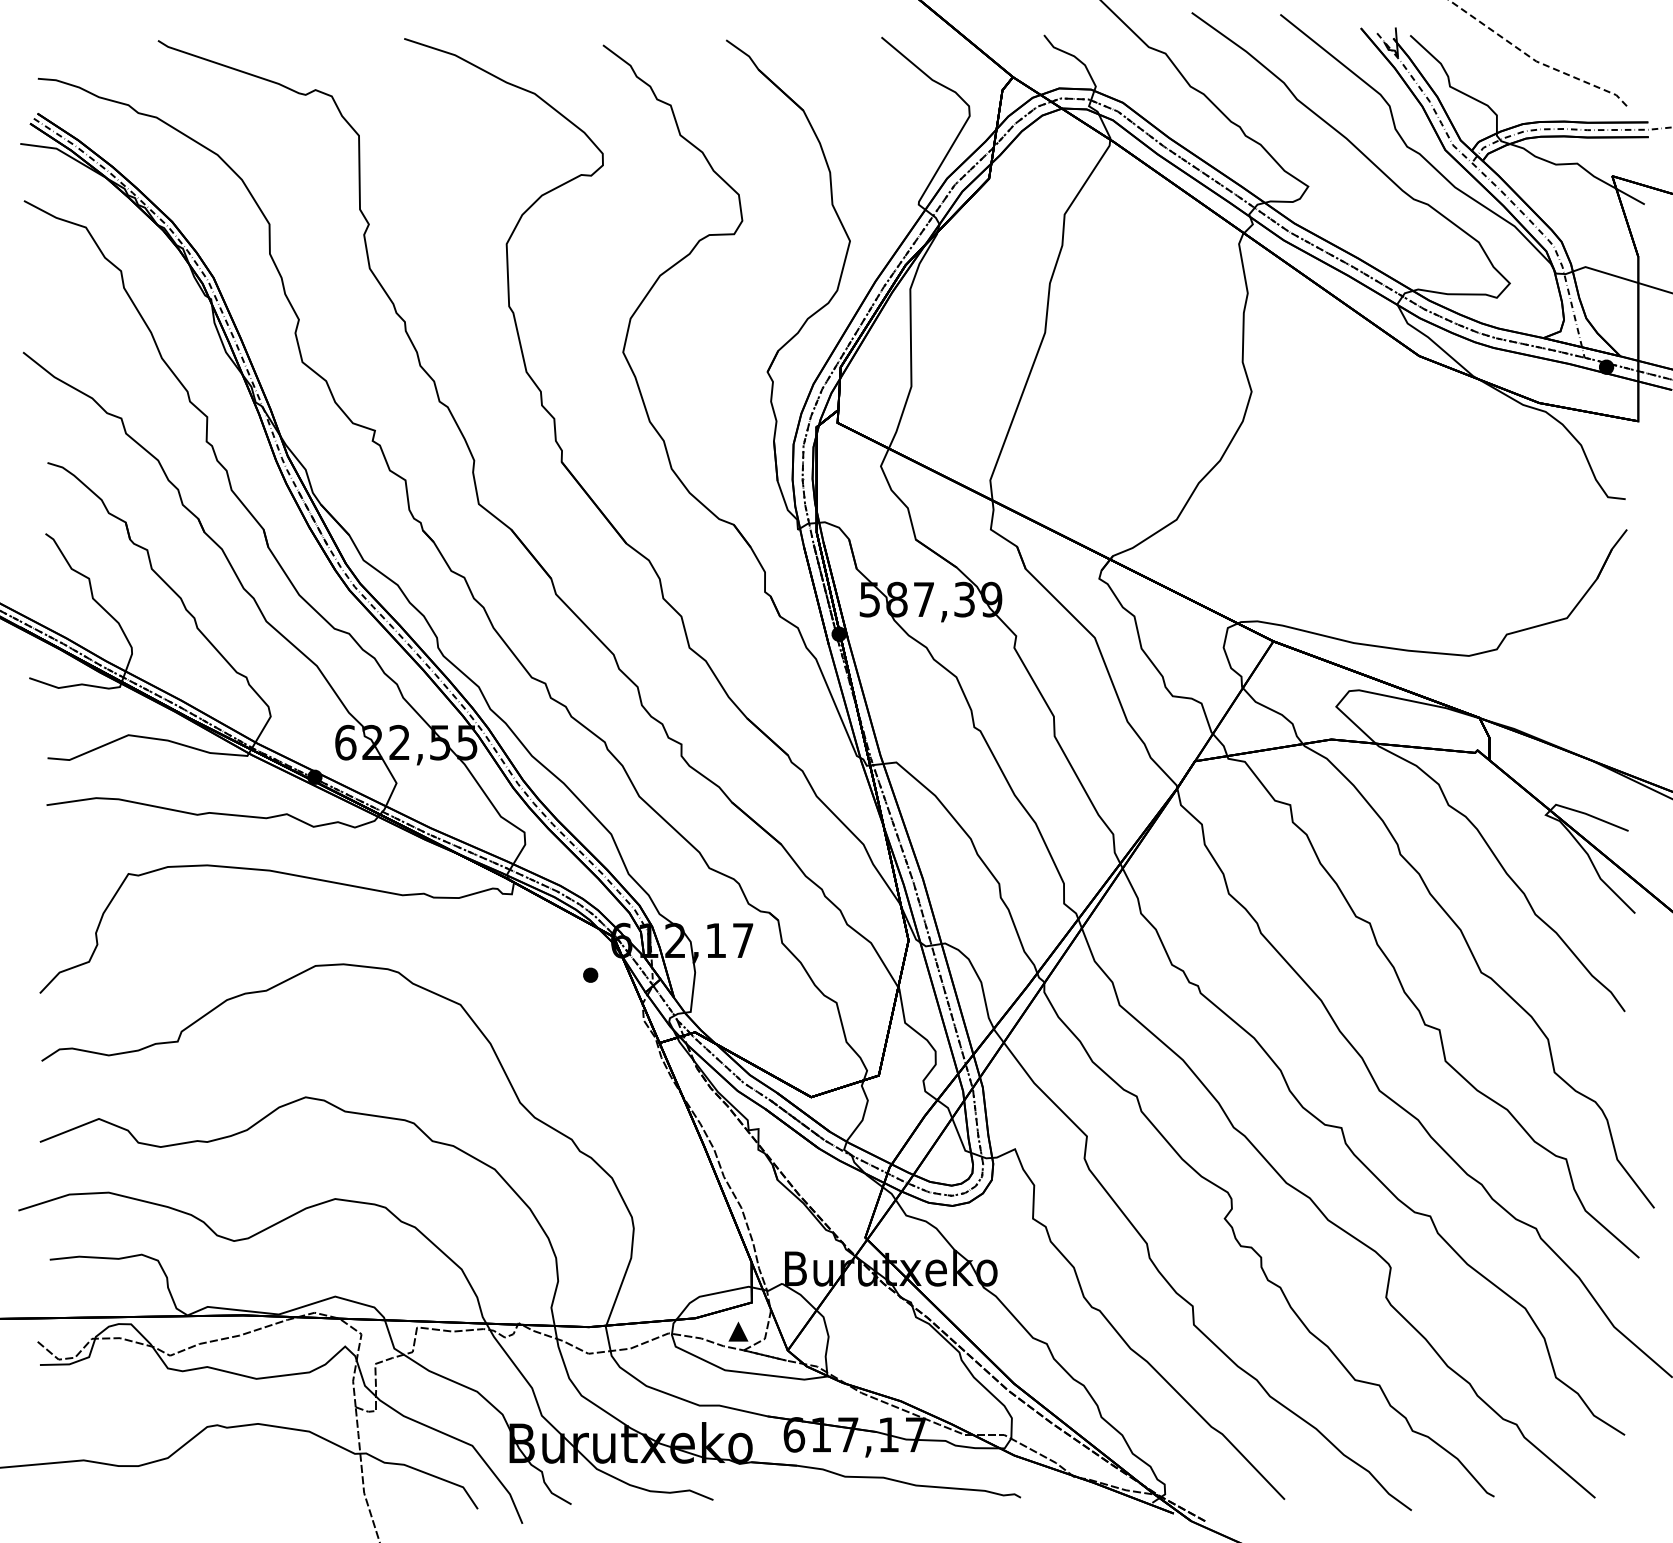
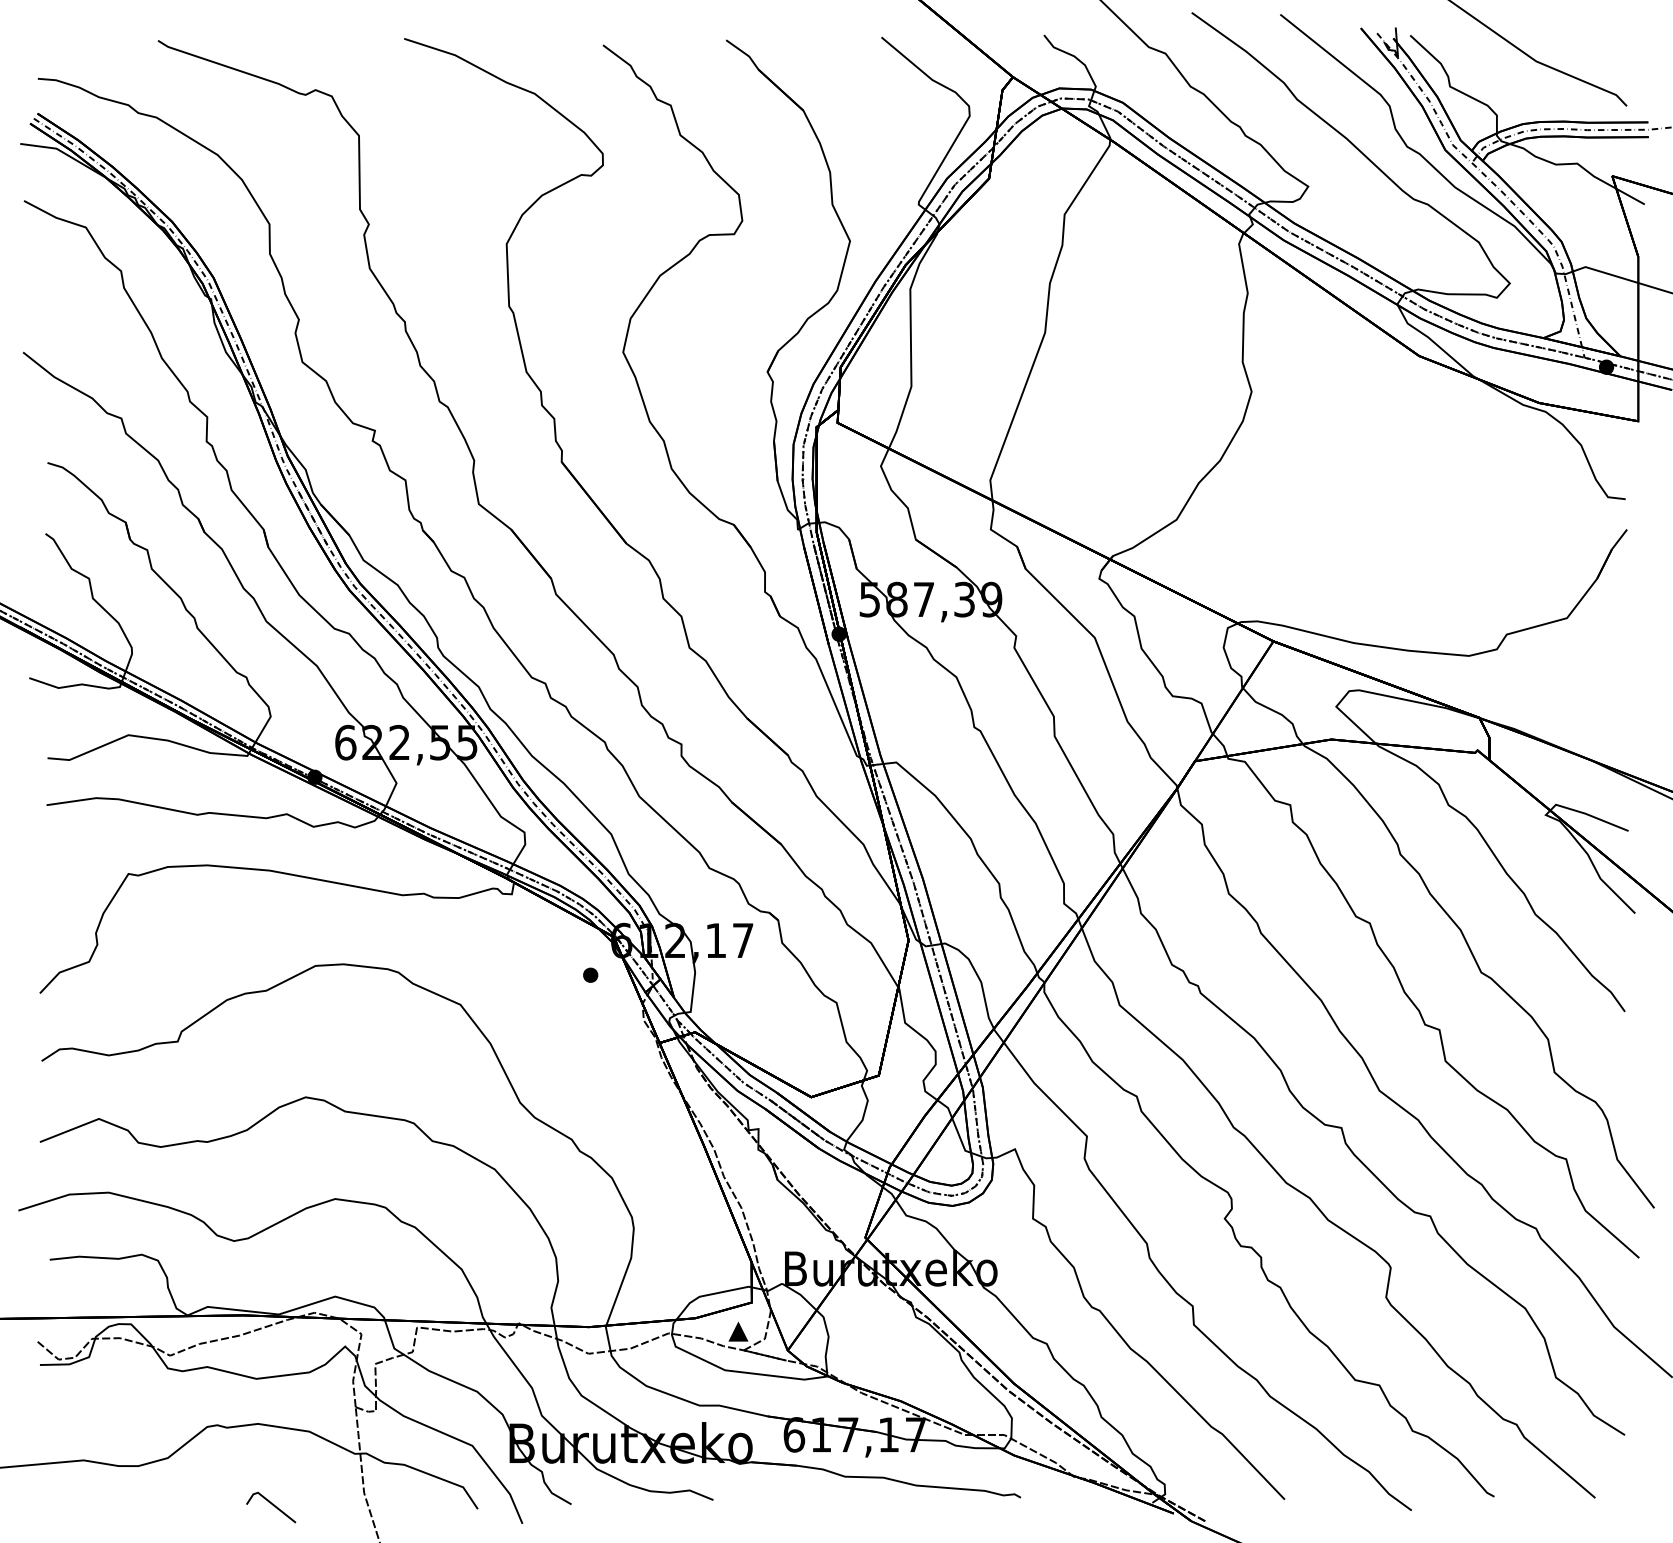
line at (1535, 60): dashed -> solid
line at (272, 1505): none -> present
